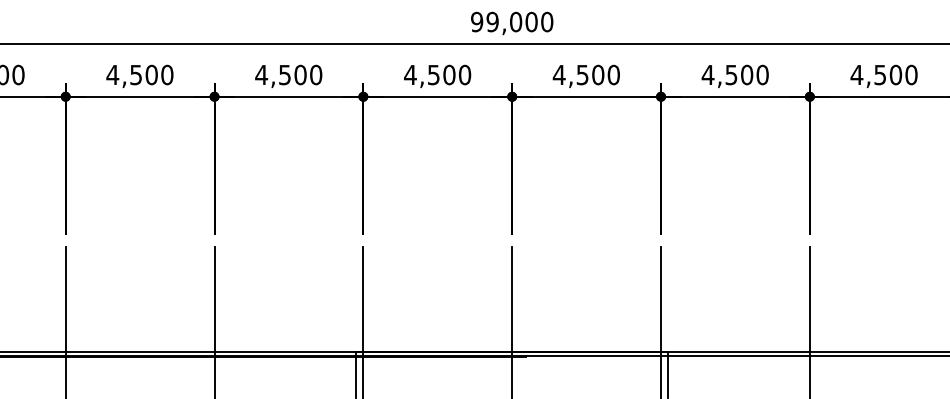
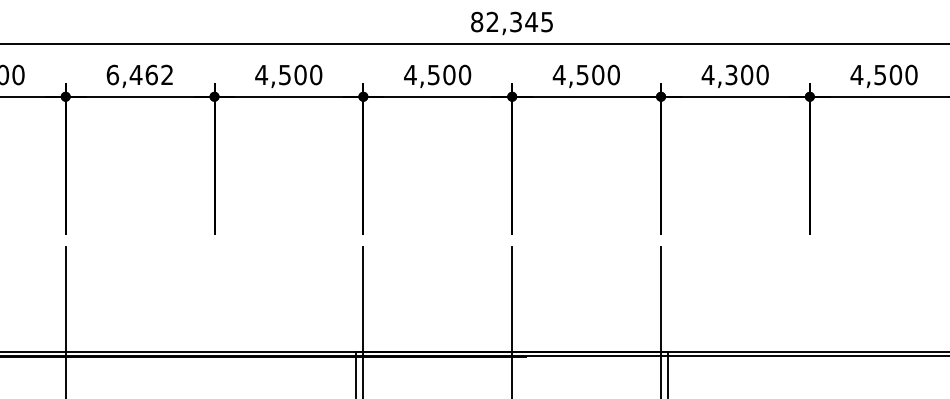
text at (512, 21): 99,000 -> 82,345
text at (139, 74): 4,500 -> 6,462
text at (731, 74): 4,500 -> 4,300
line at (214, 321): present -> none
line at (809, 321): present -> none
